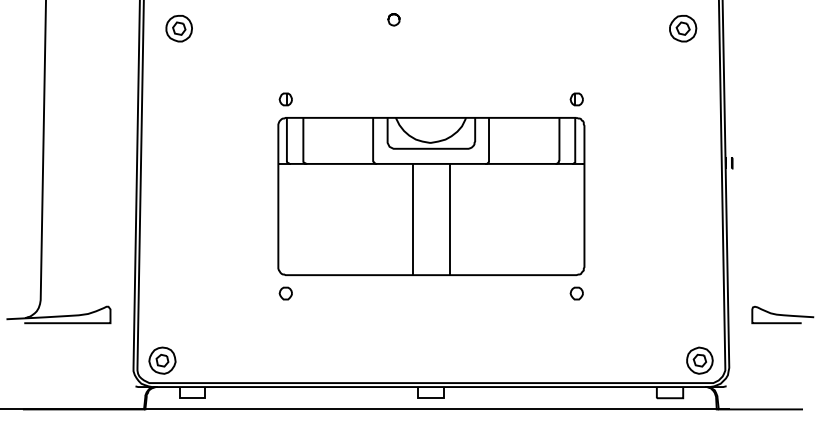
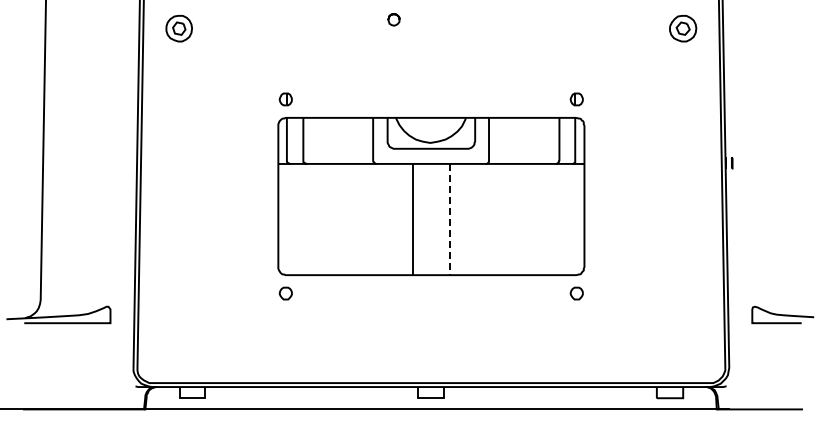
line at (450, 218): solid -> dashed
part at (162, 360): present -> none
part at (699, 360): present -> none
